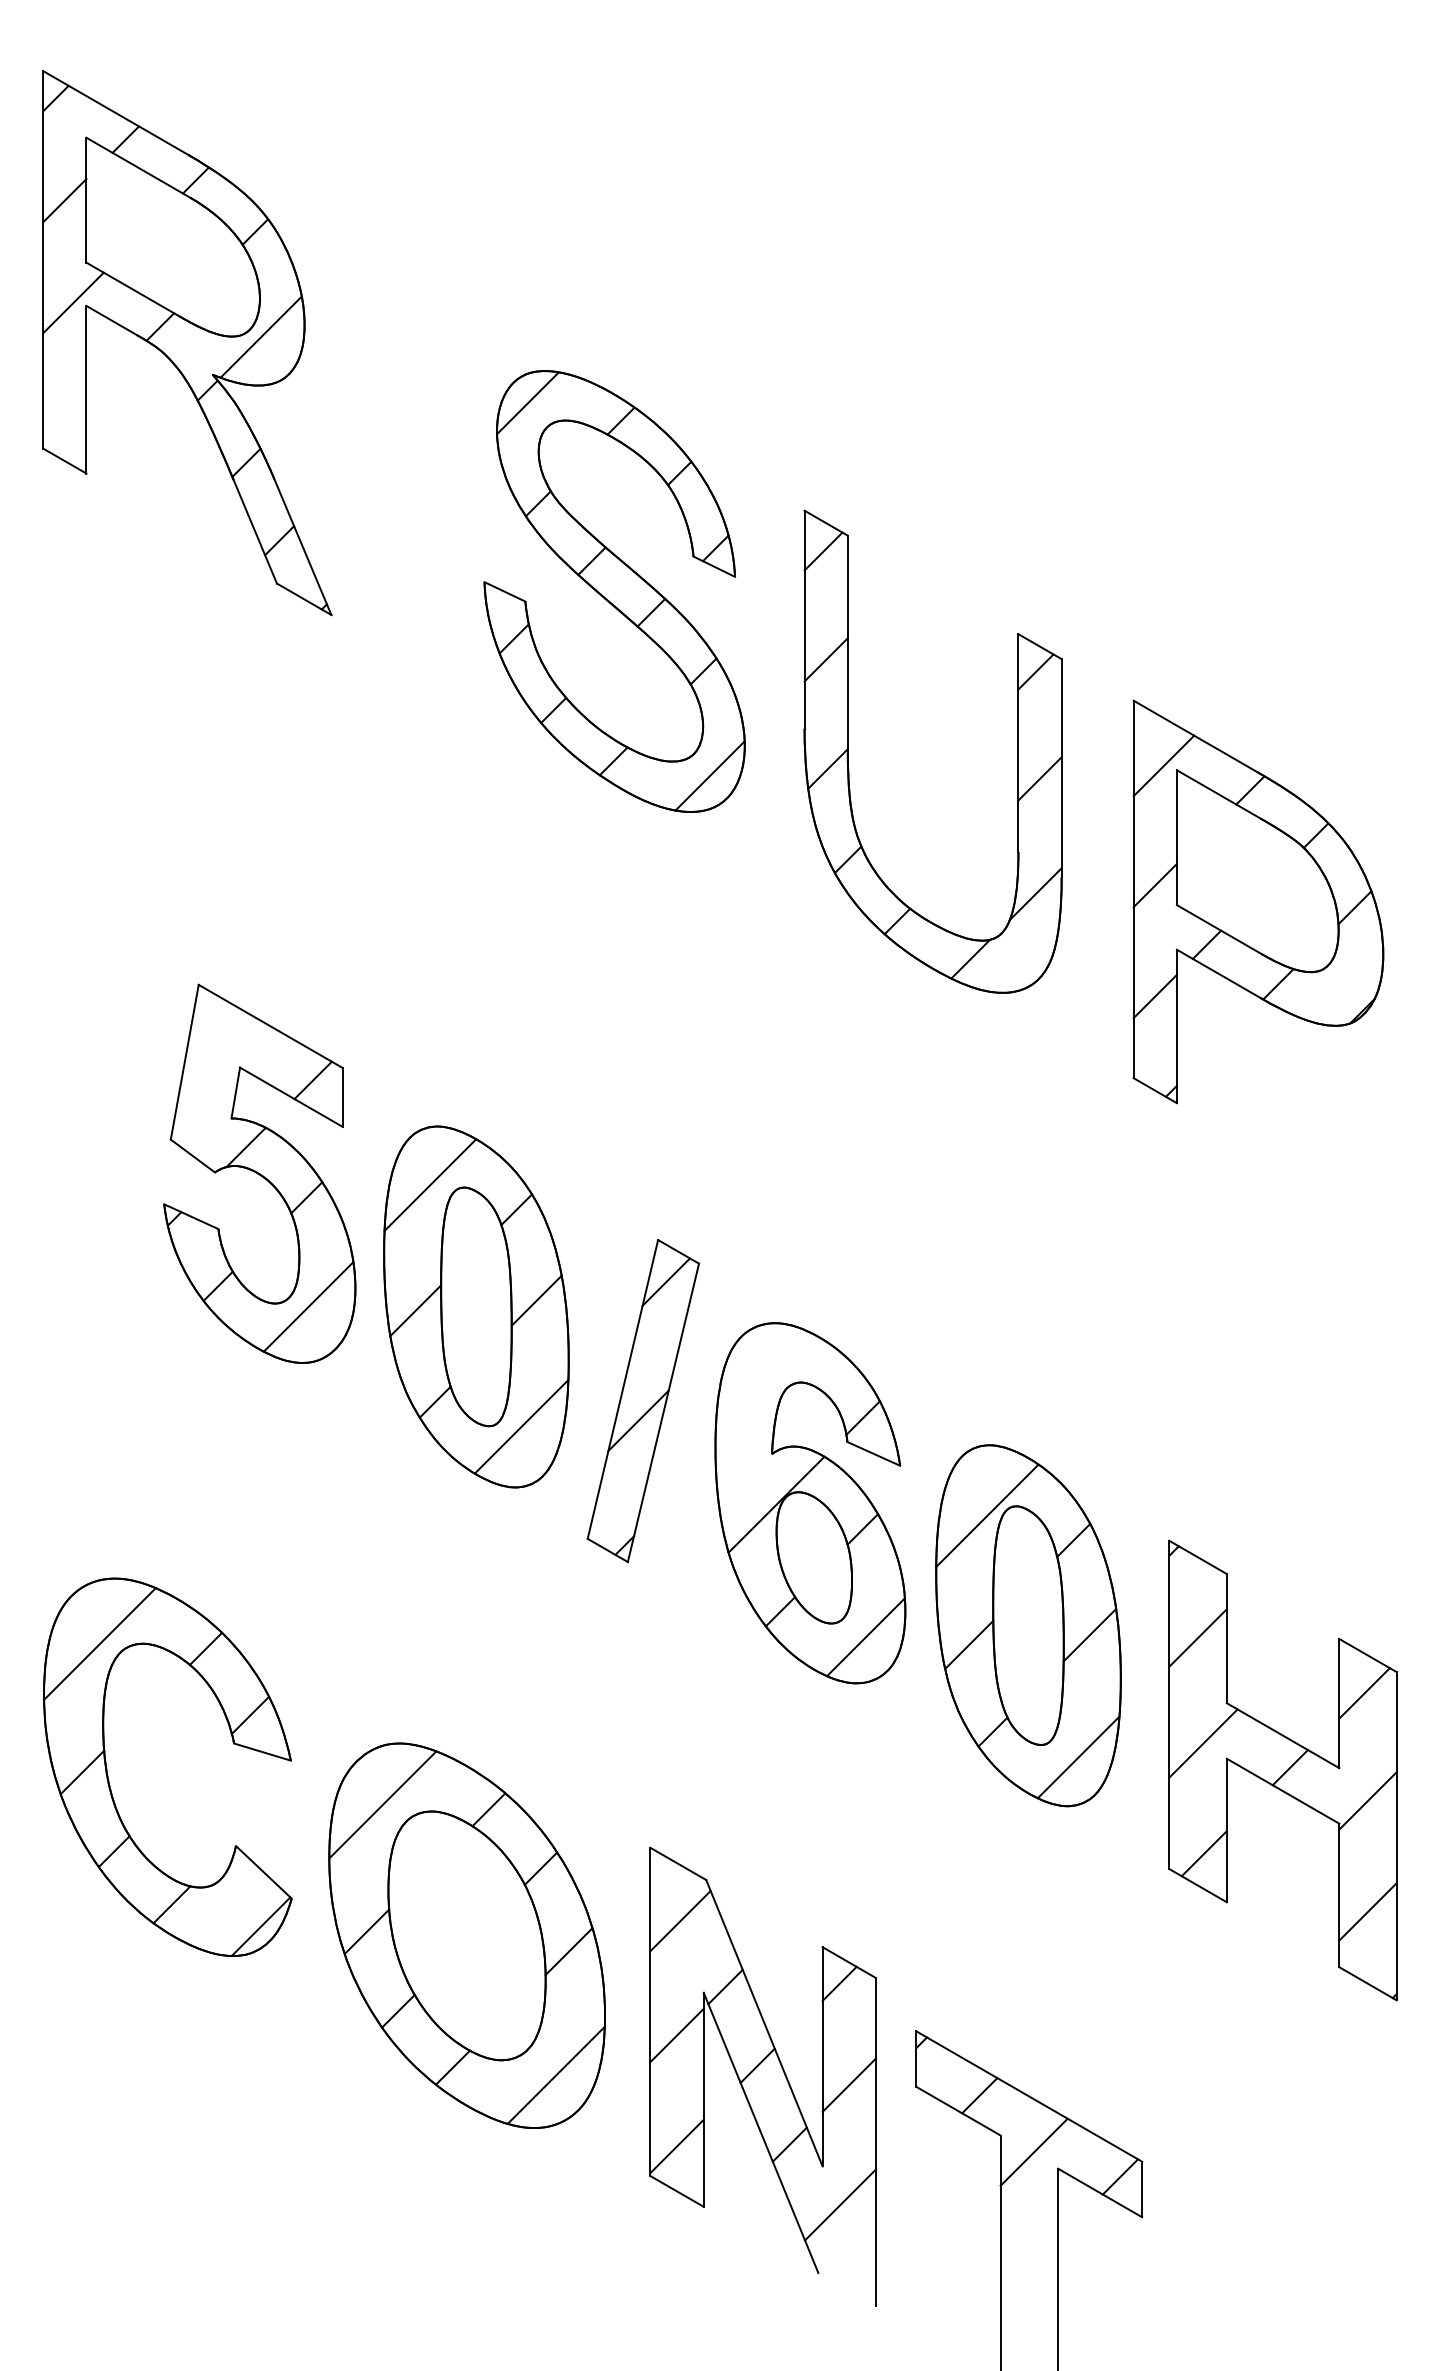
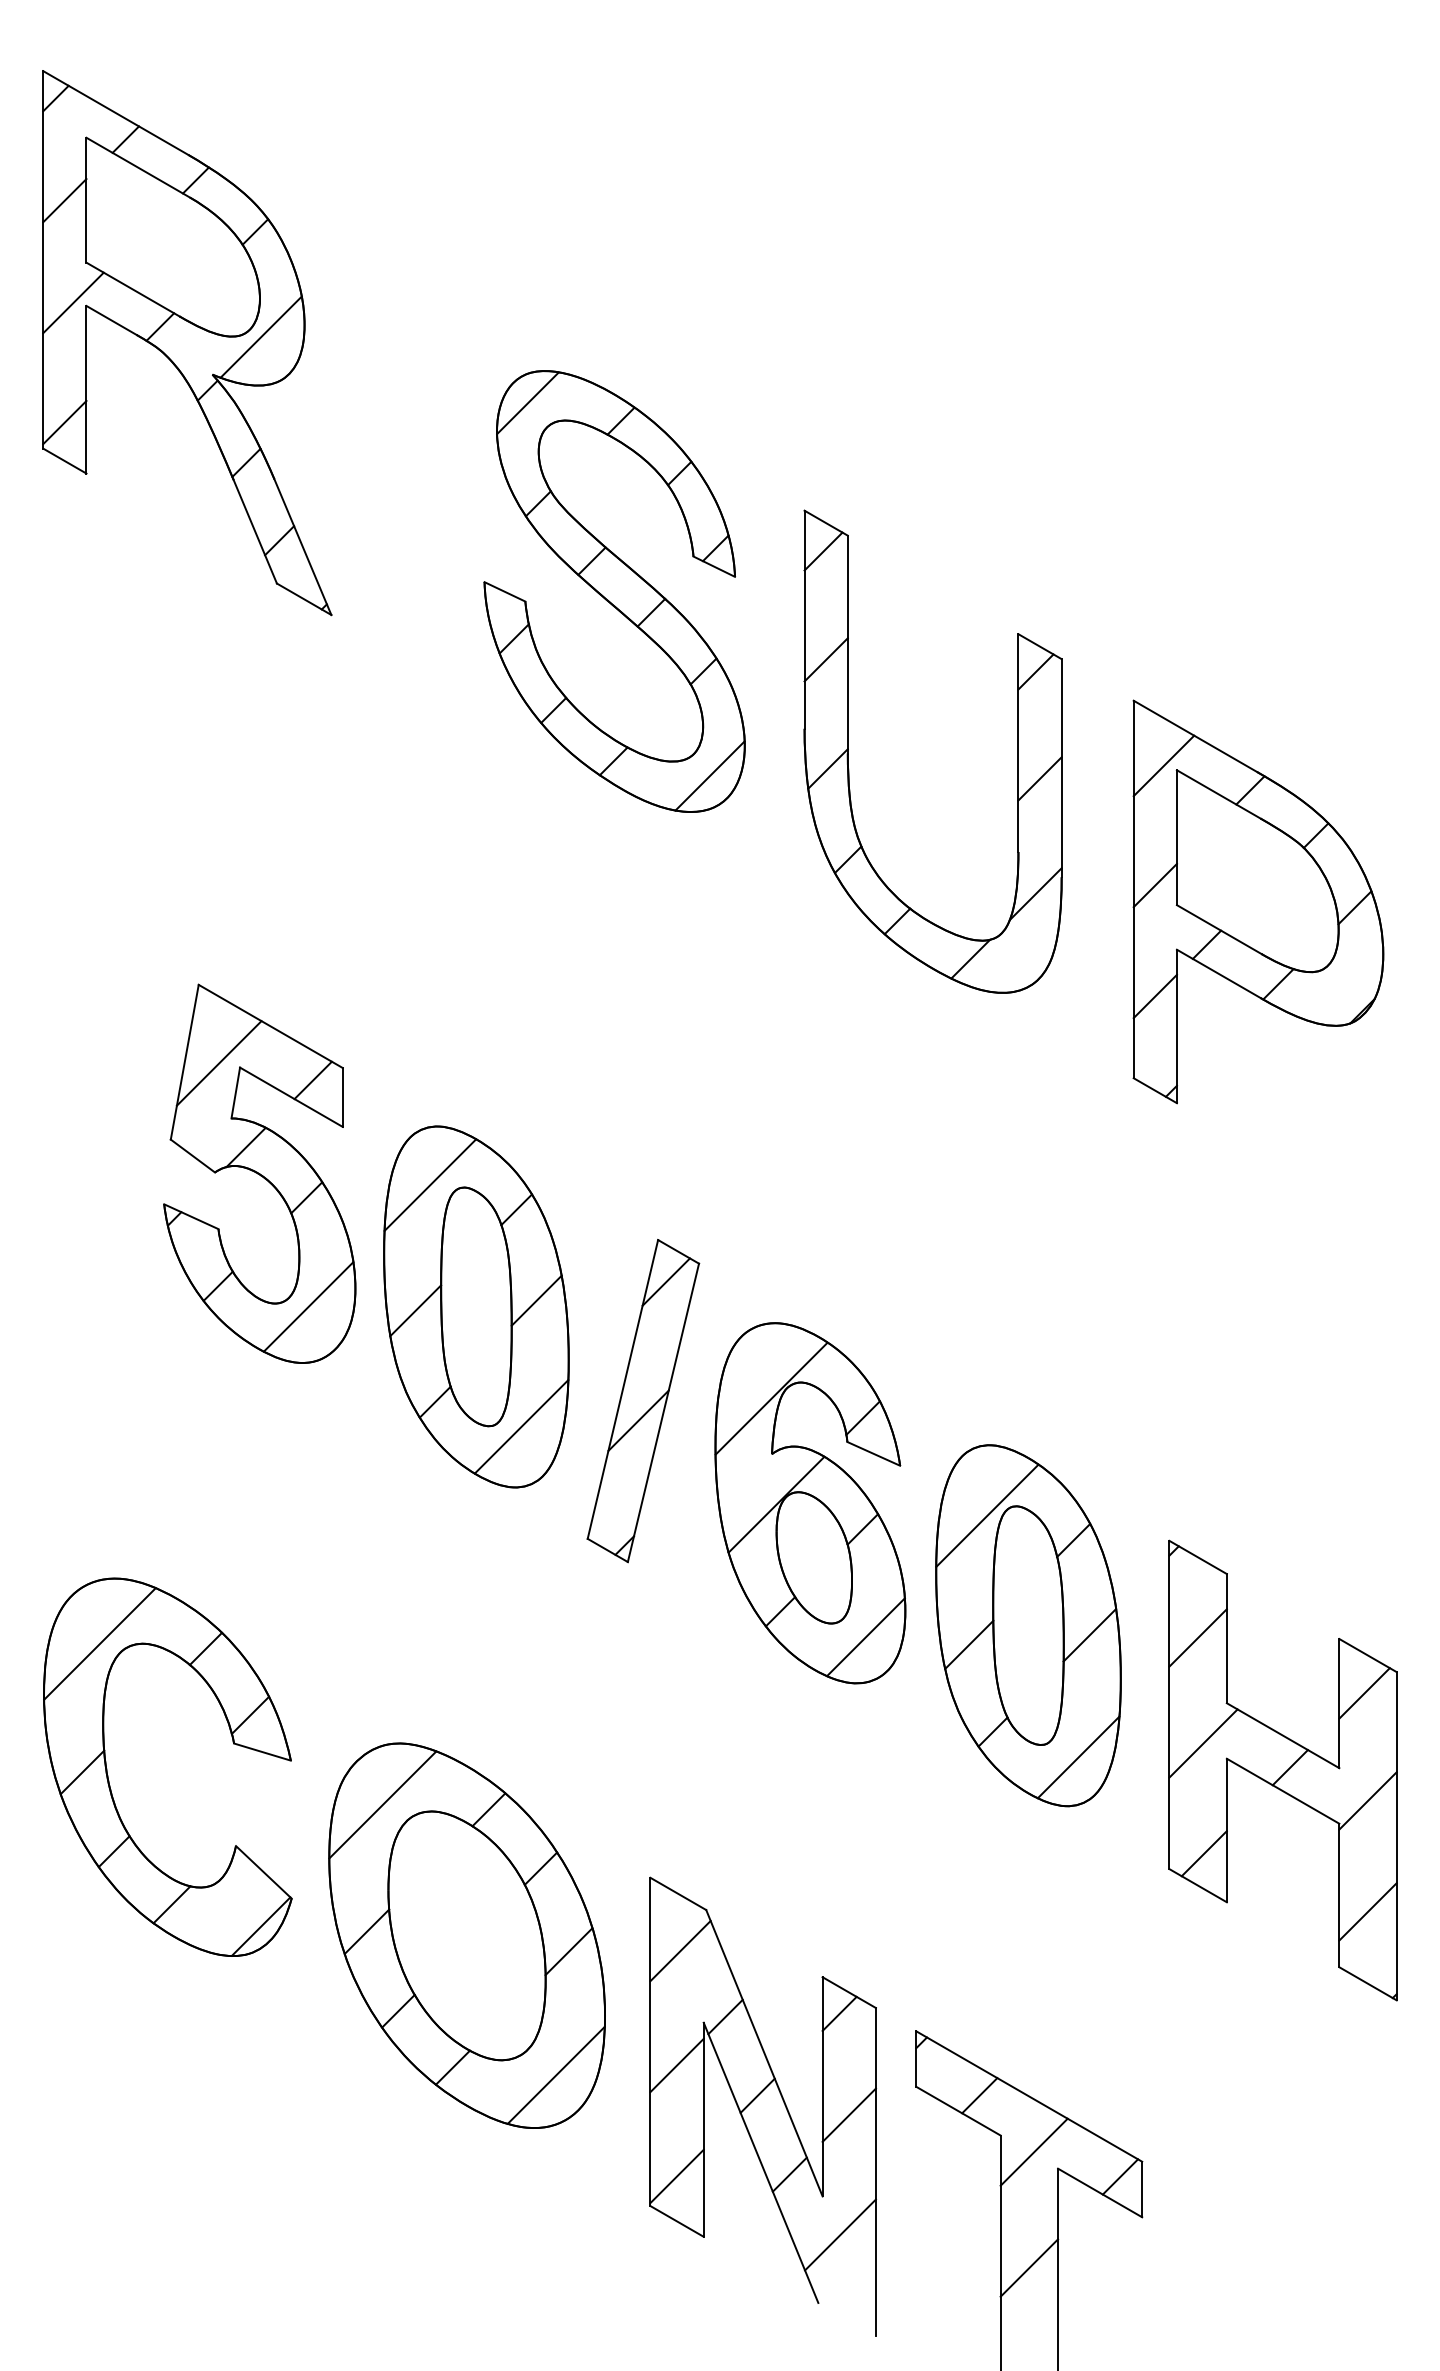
line at (64, 422): none -> present
line at (218, 1063): none -> present
line at (771, 1398): none -> present
part at (762, 2076) position: (762, 2076) -> (762, 2106)
line at (1029, 2267): none -> present
